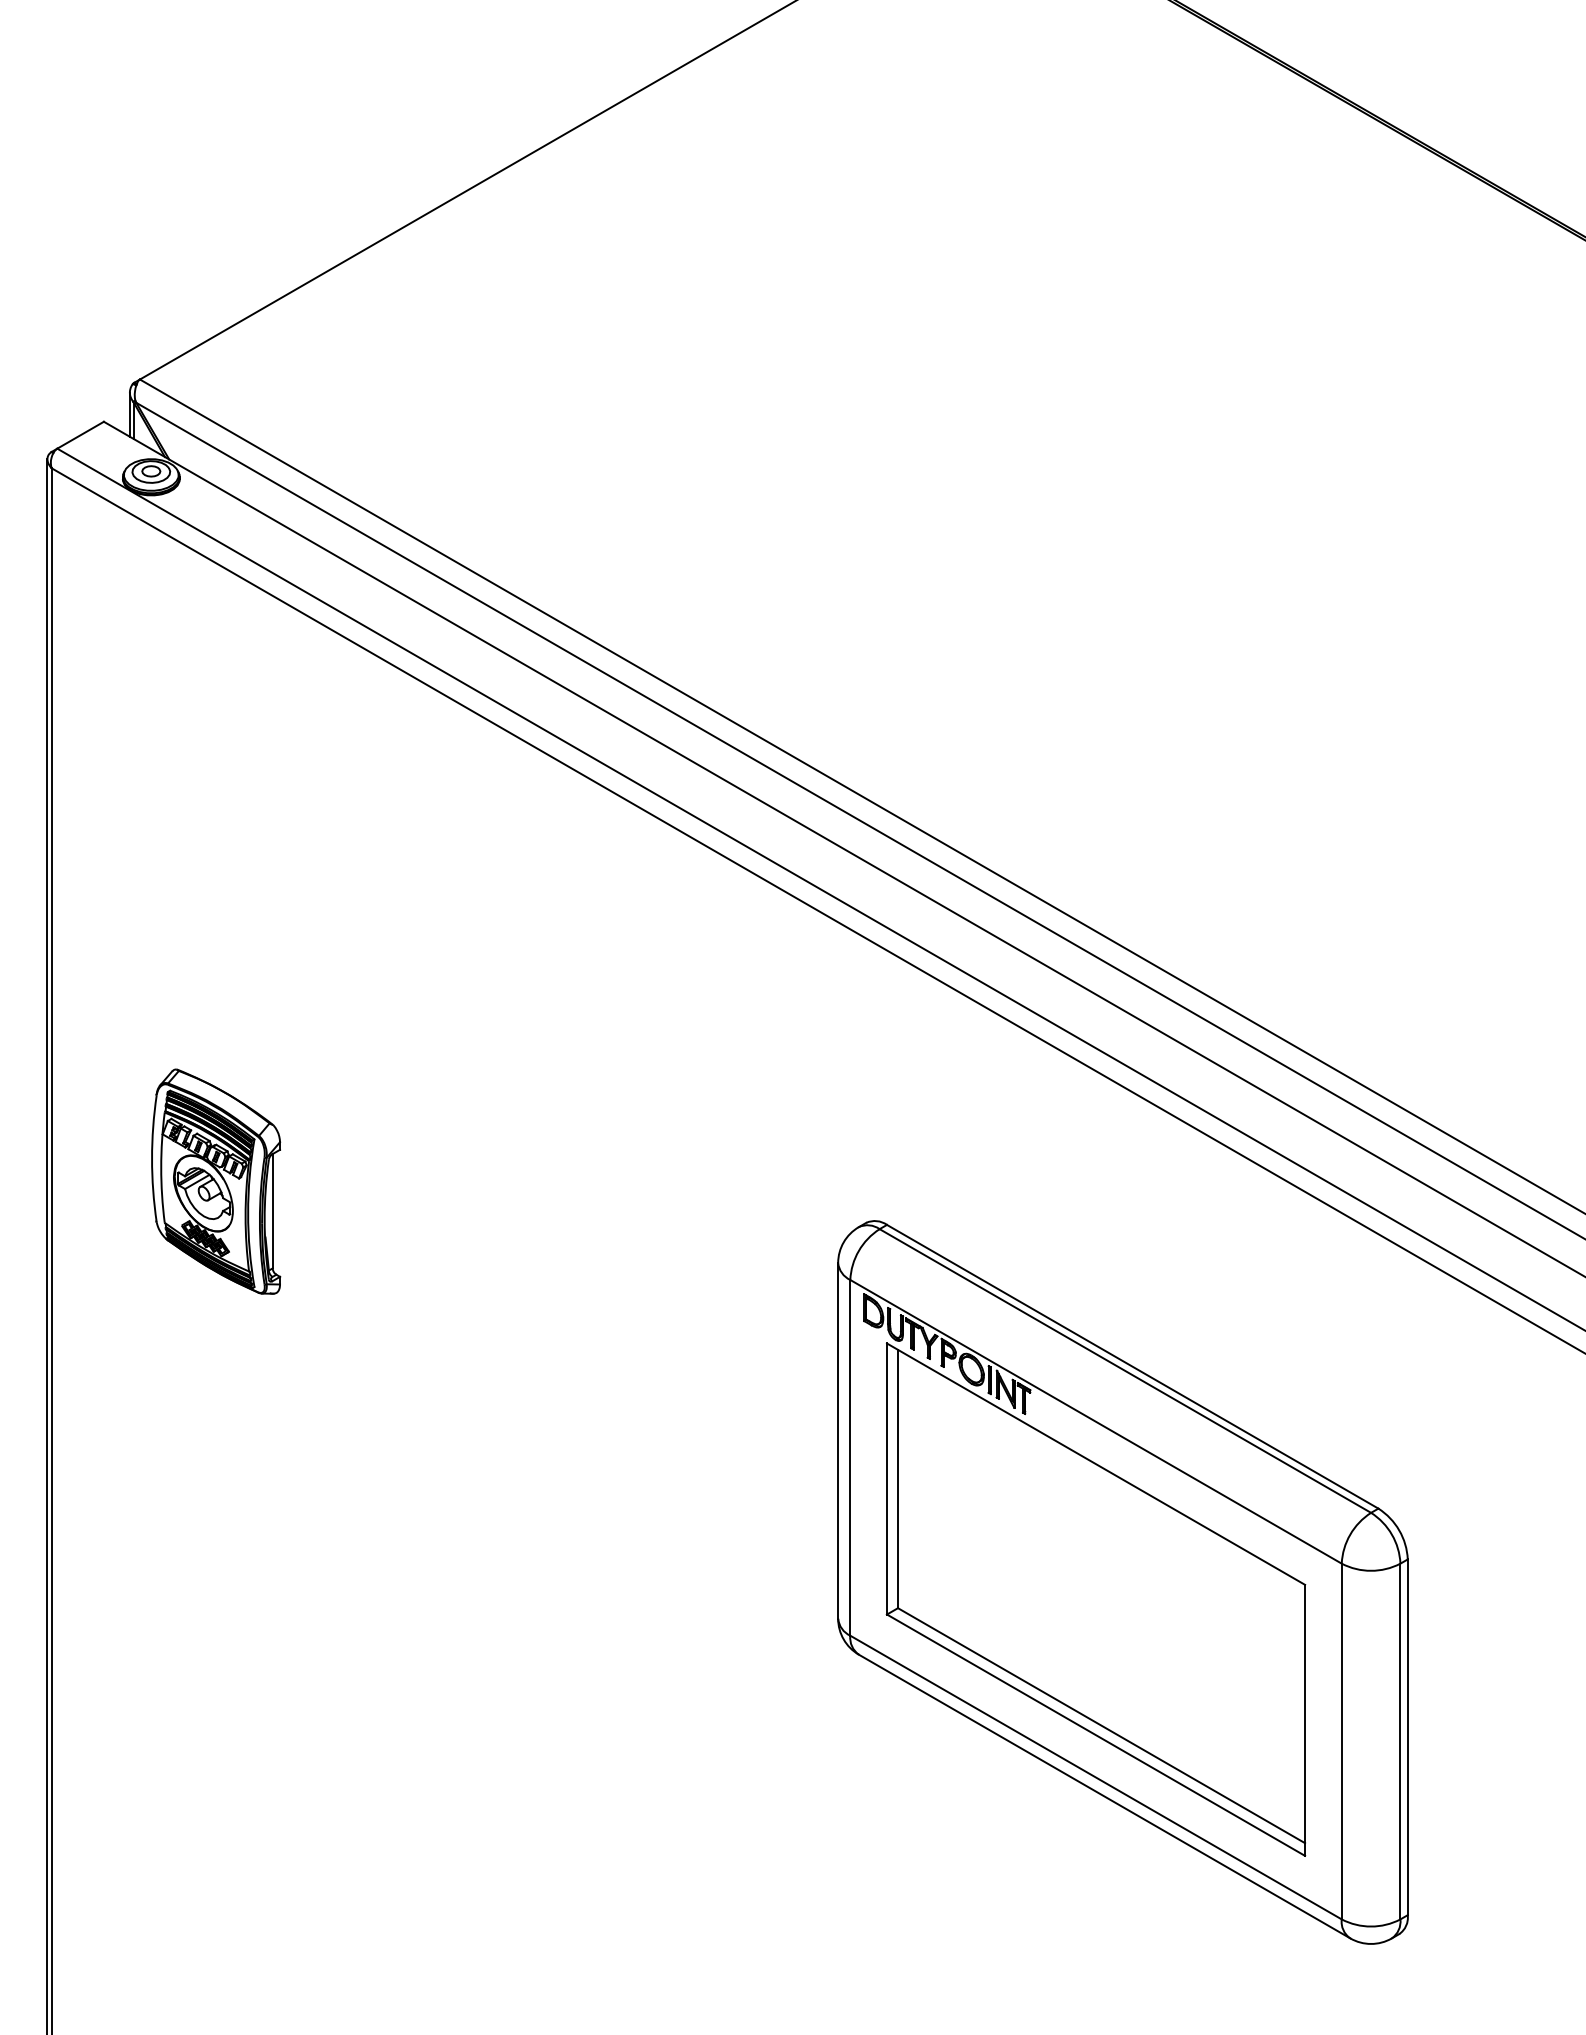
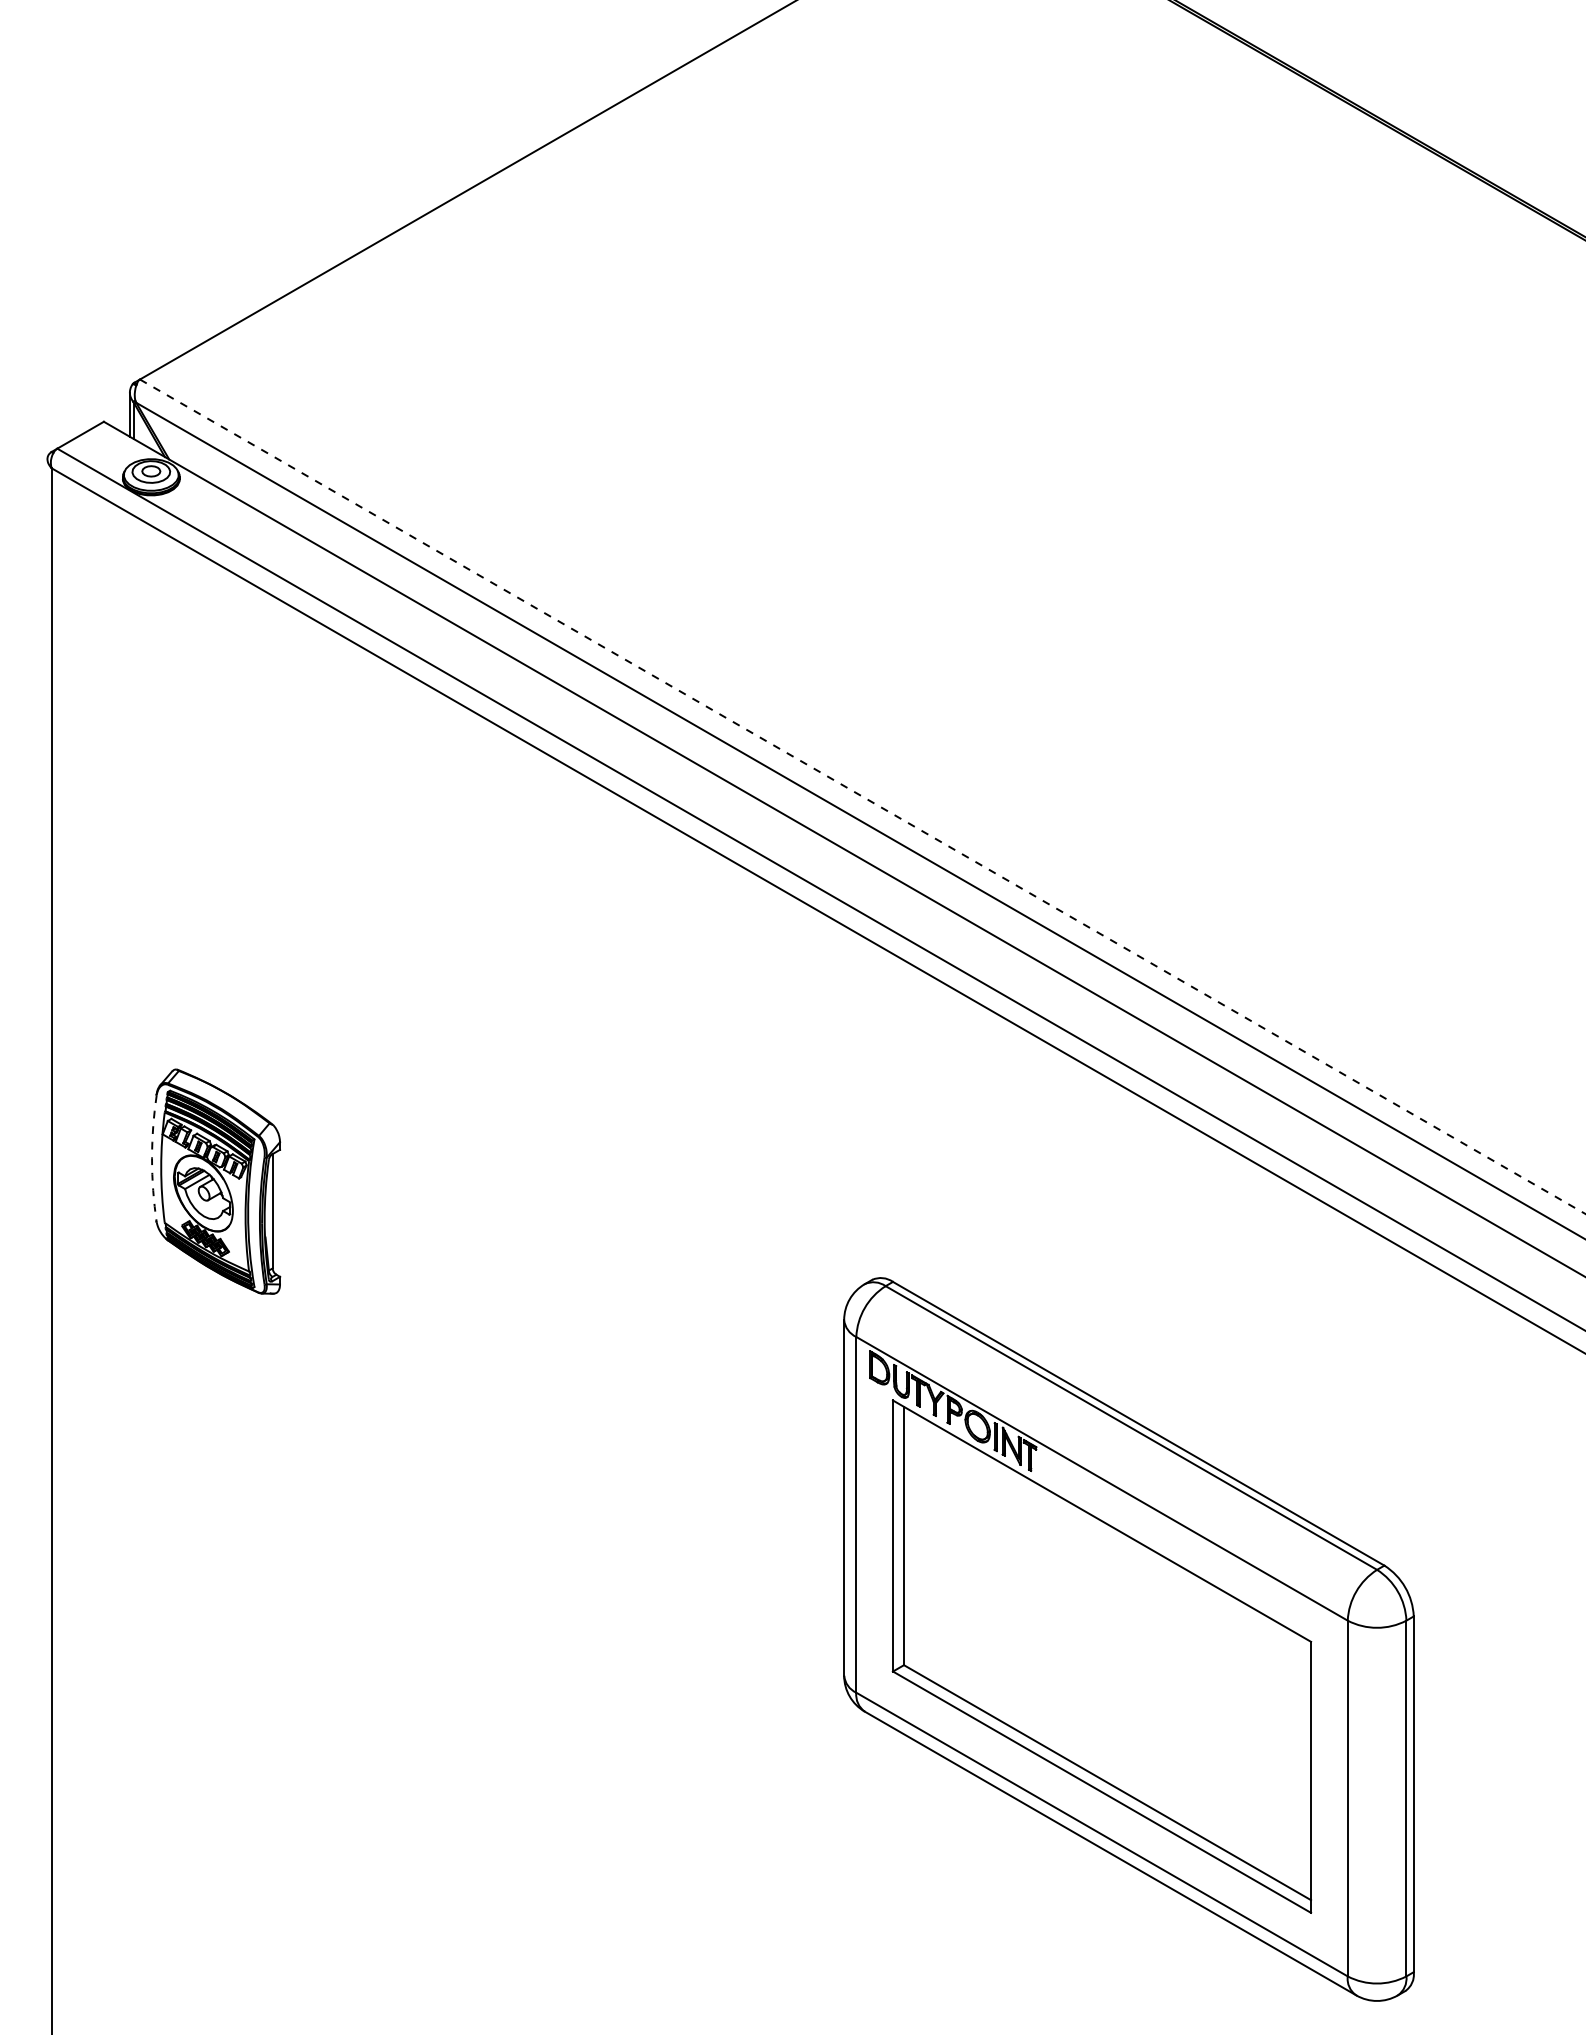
line at (862, 796): solid -> dashed
arc at (152, 1158): solid -> dashed
line at (47, 1245): present -> none
part at (1122, 1582) position: (1122, 1582) -> (1128, 1639)
